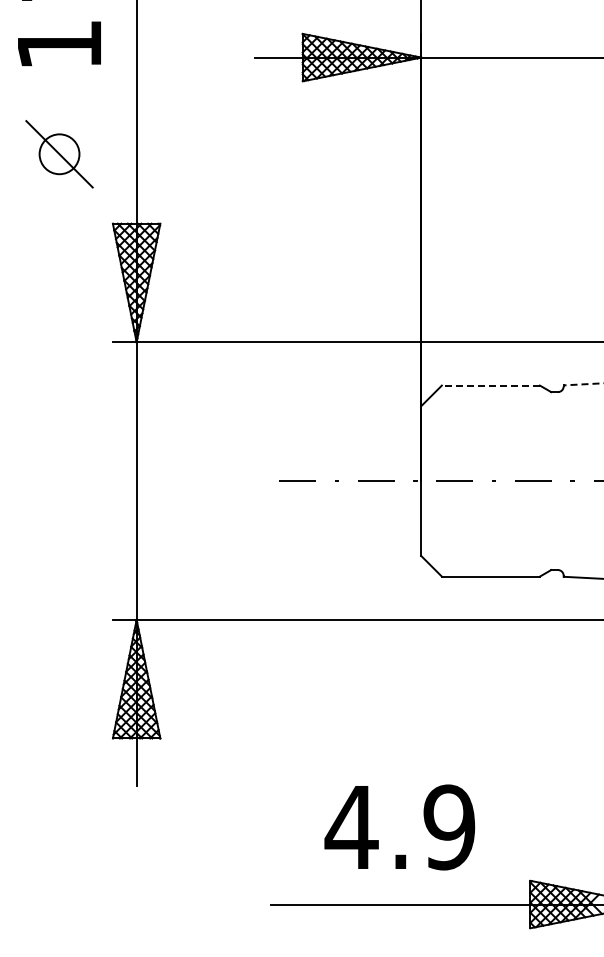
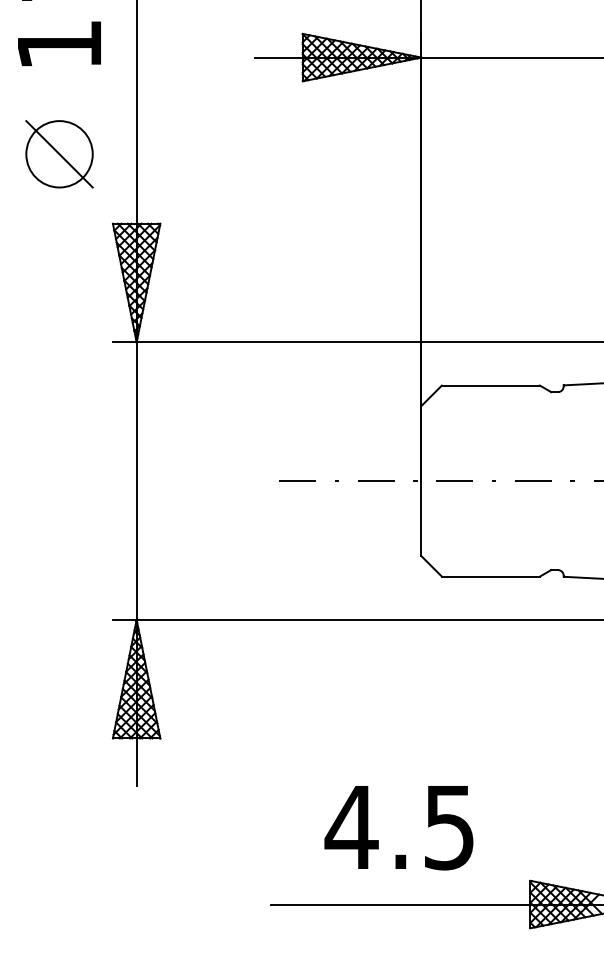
circle at (59, 154) diameter: 40 px -> 66 px
line at (583, 384): dashed -> solid
line at (490, 385): dashed -> solid
text at (449, 827): 4.9 -> 4.5
